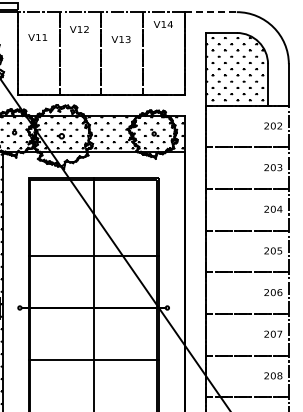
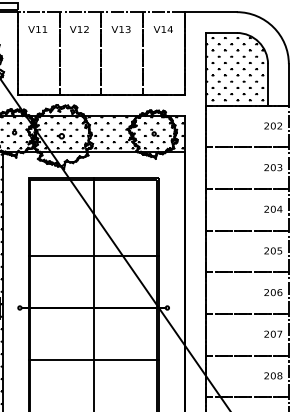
line at (211, 12): dashed -> solid
text at (162, 24) position: (162, 24) -> (162, 29)
text at (37, 37) position: (37, 37) -> (37, 29)
text at (120, 39) position: (120, 39) -> (120, 29)
